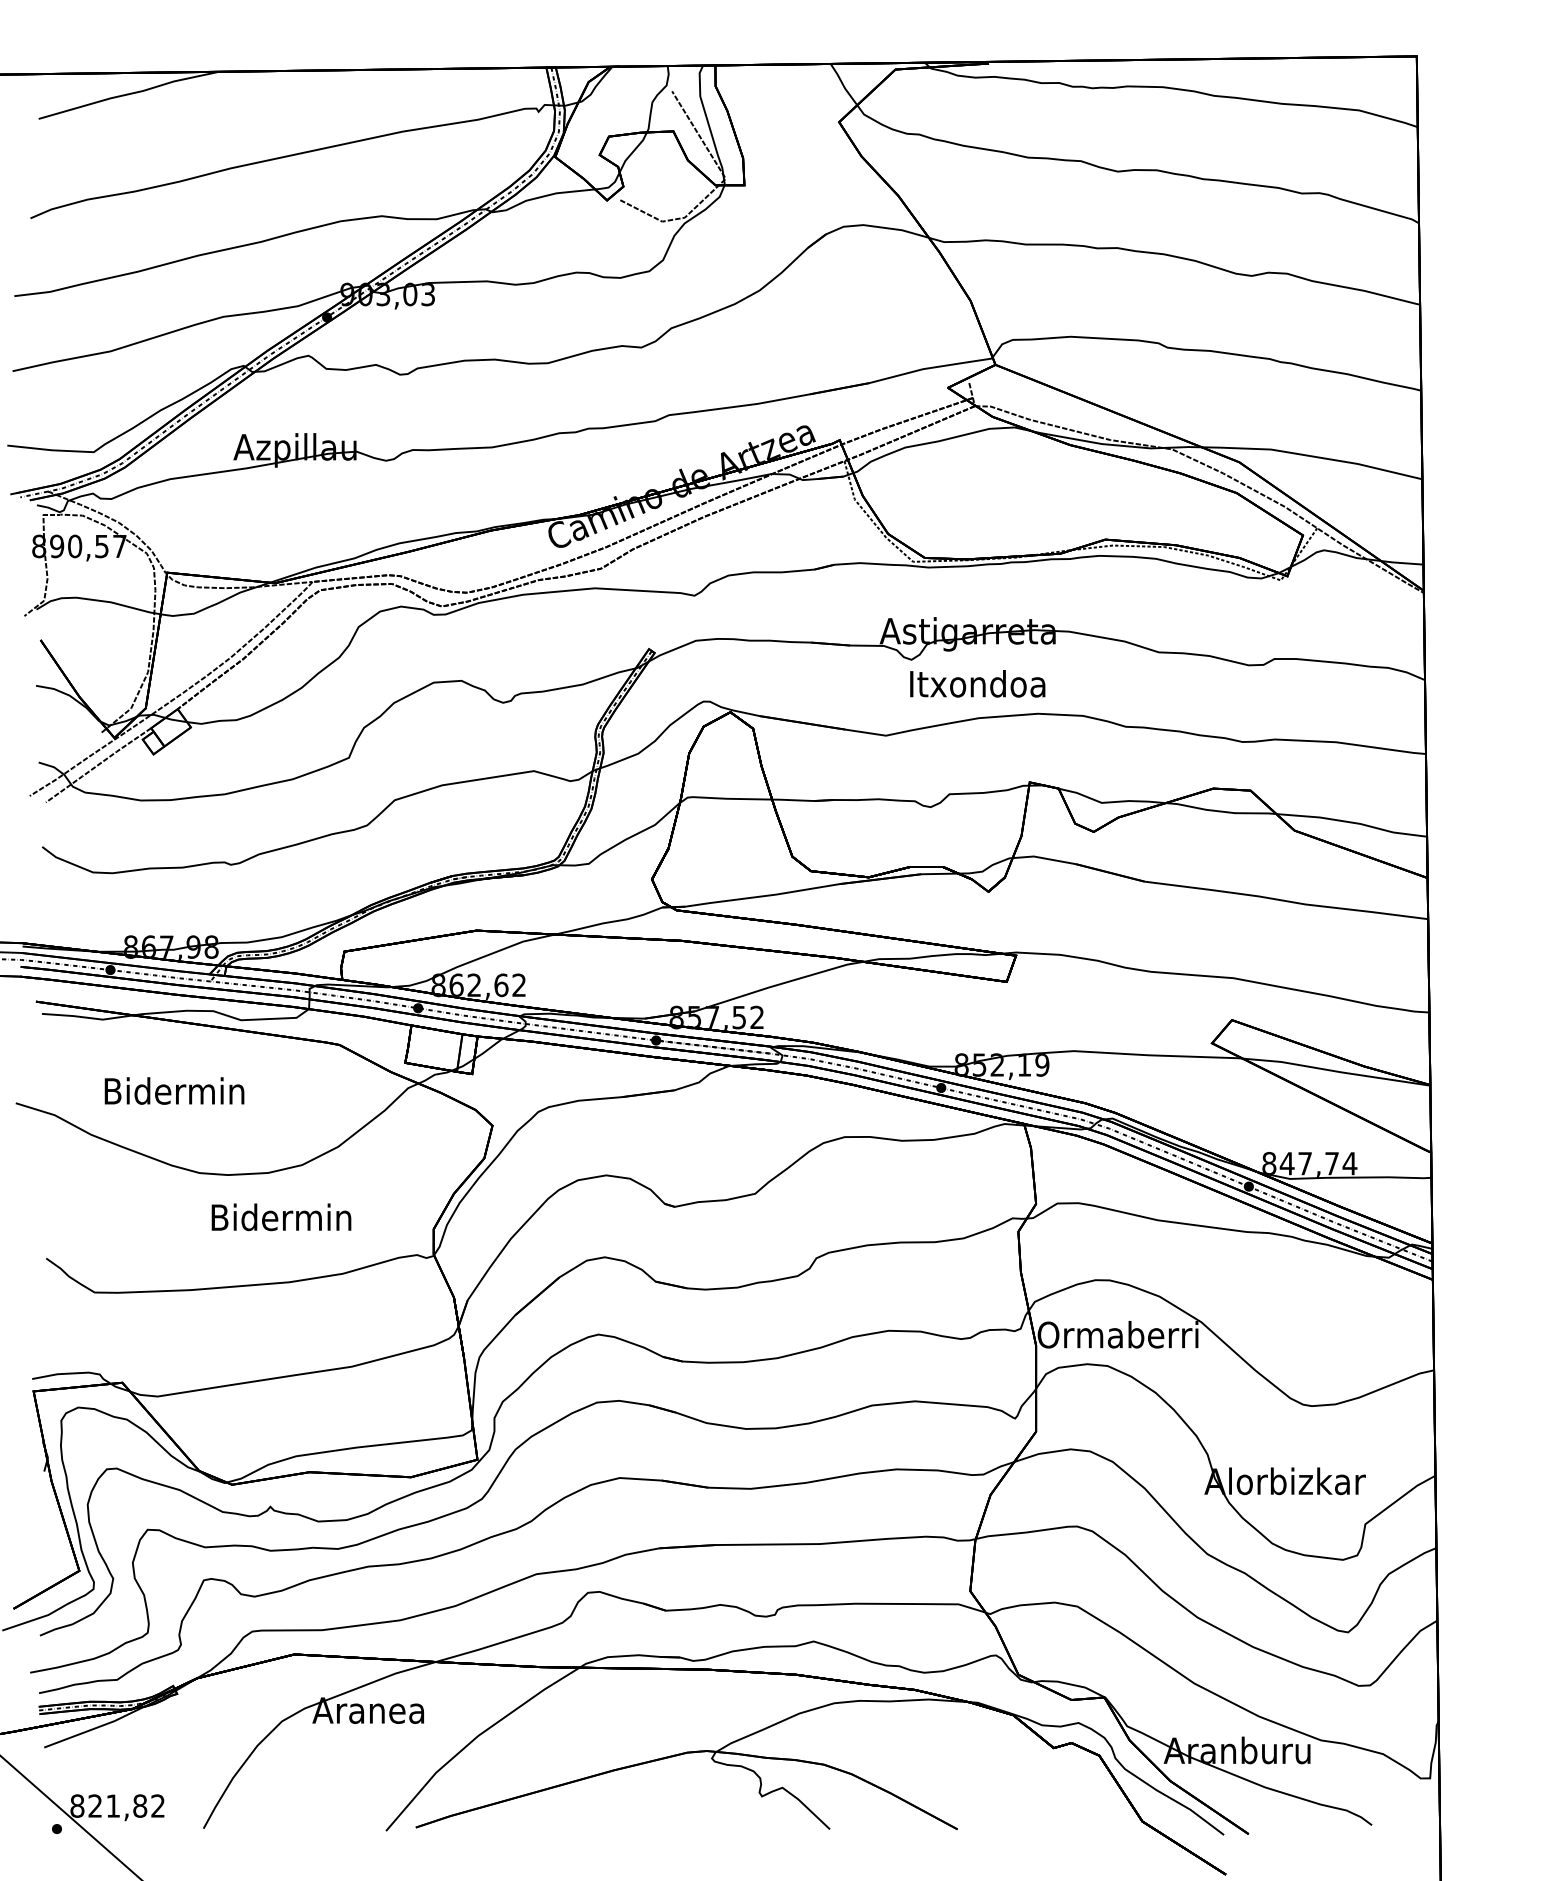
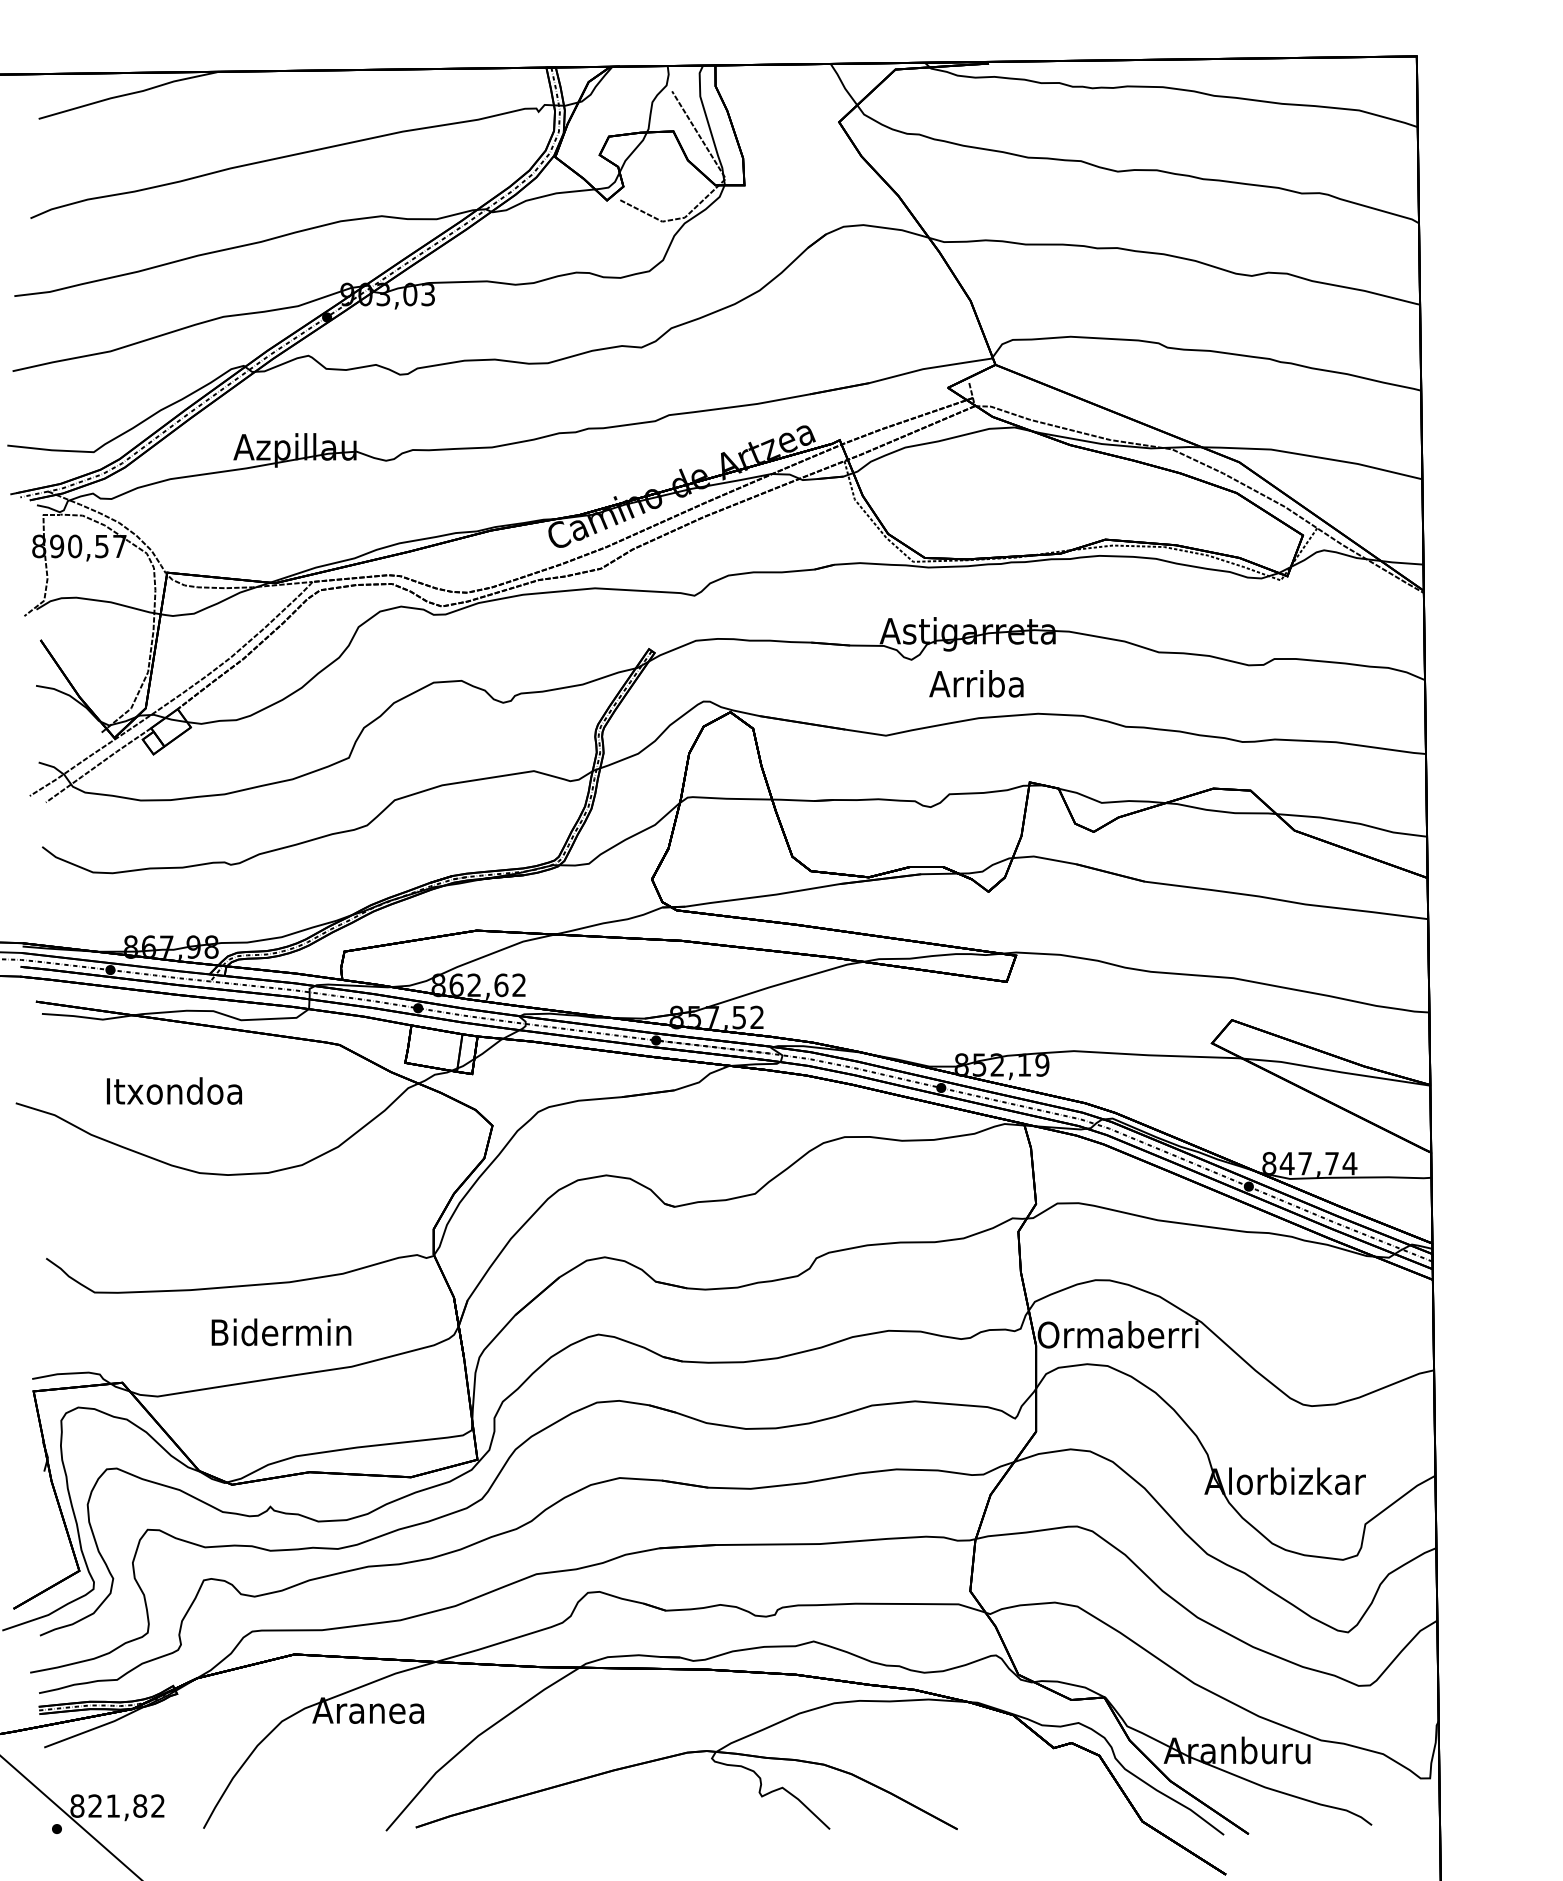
text at (977, 683): Itxondoa -> Arriba
text at (174, 1090): Bidermin -> Itxondoa
text at (281, 1217) position: (281, 1217) -> (281, 1332)
